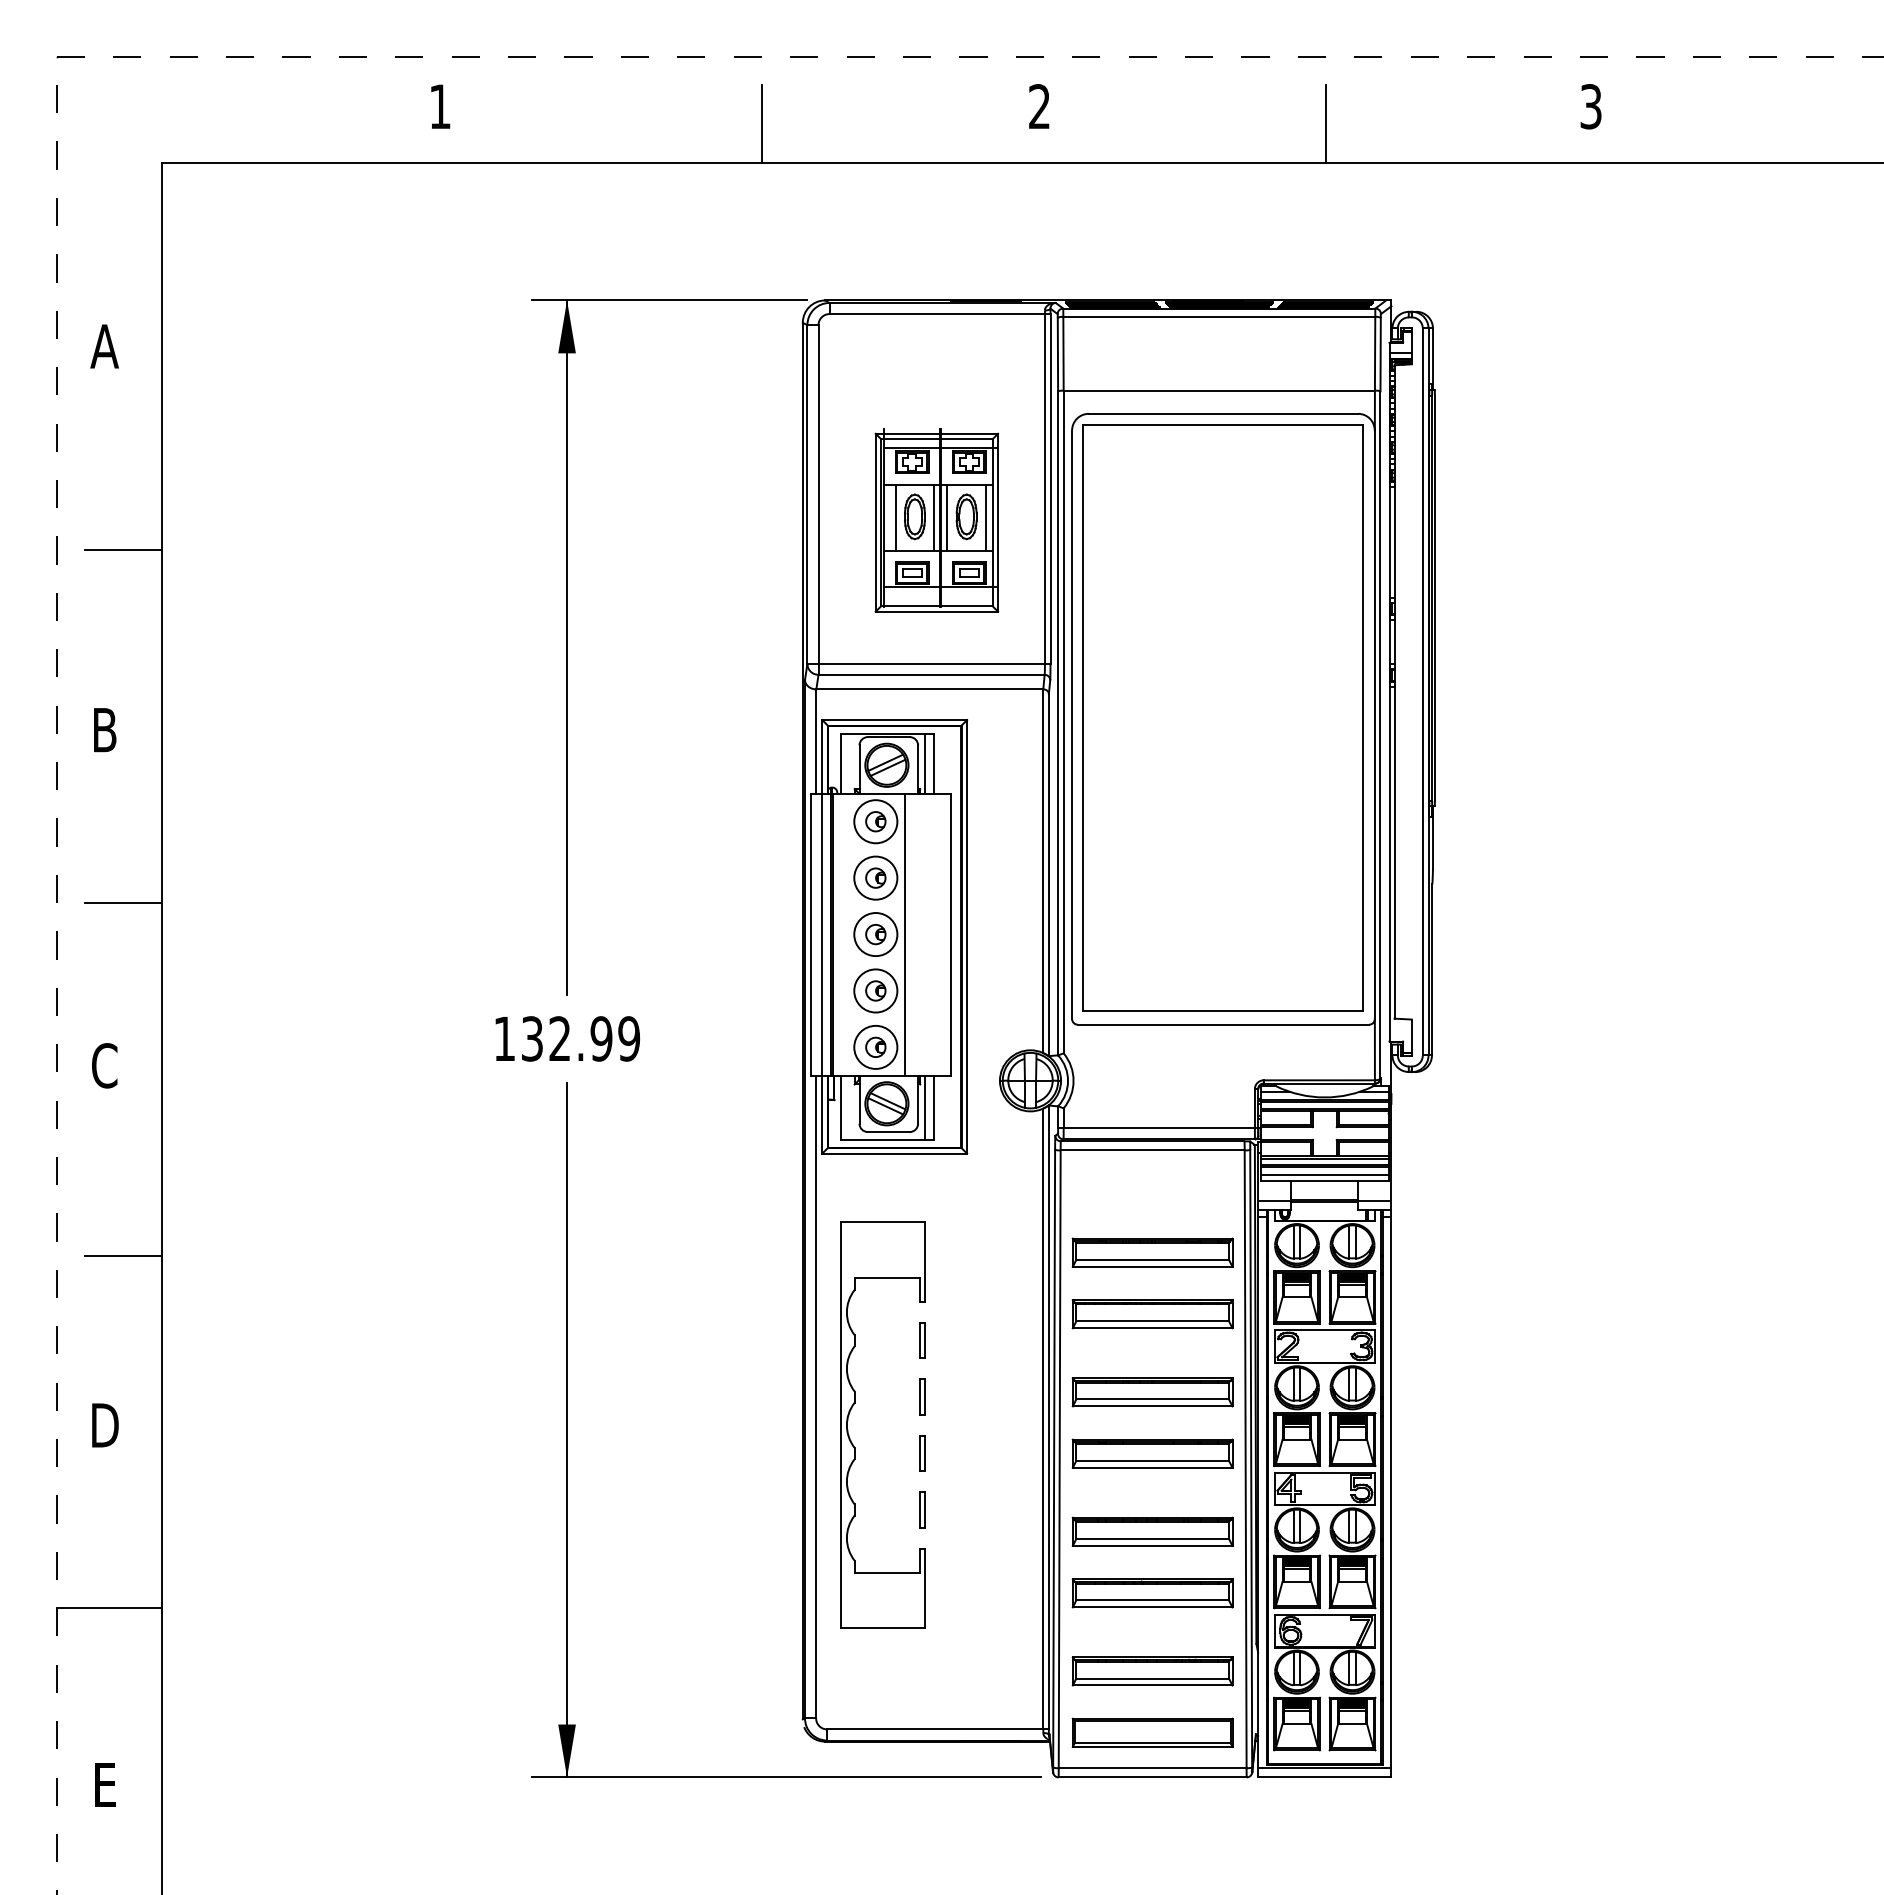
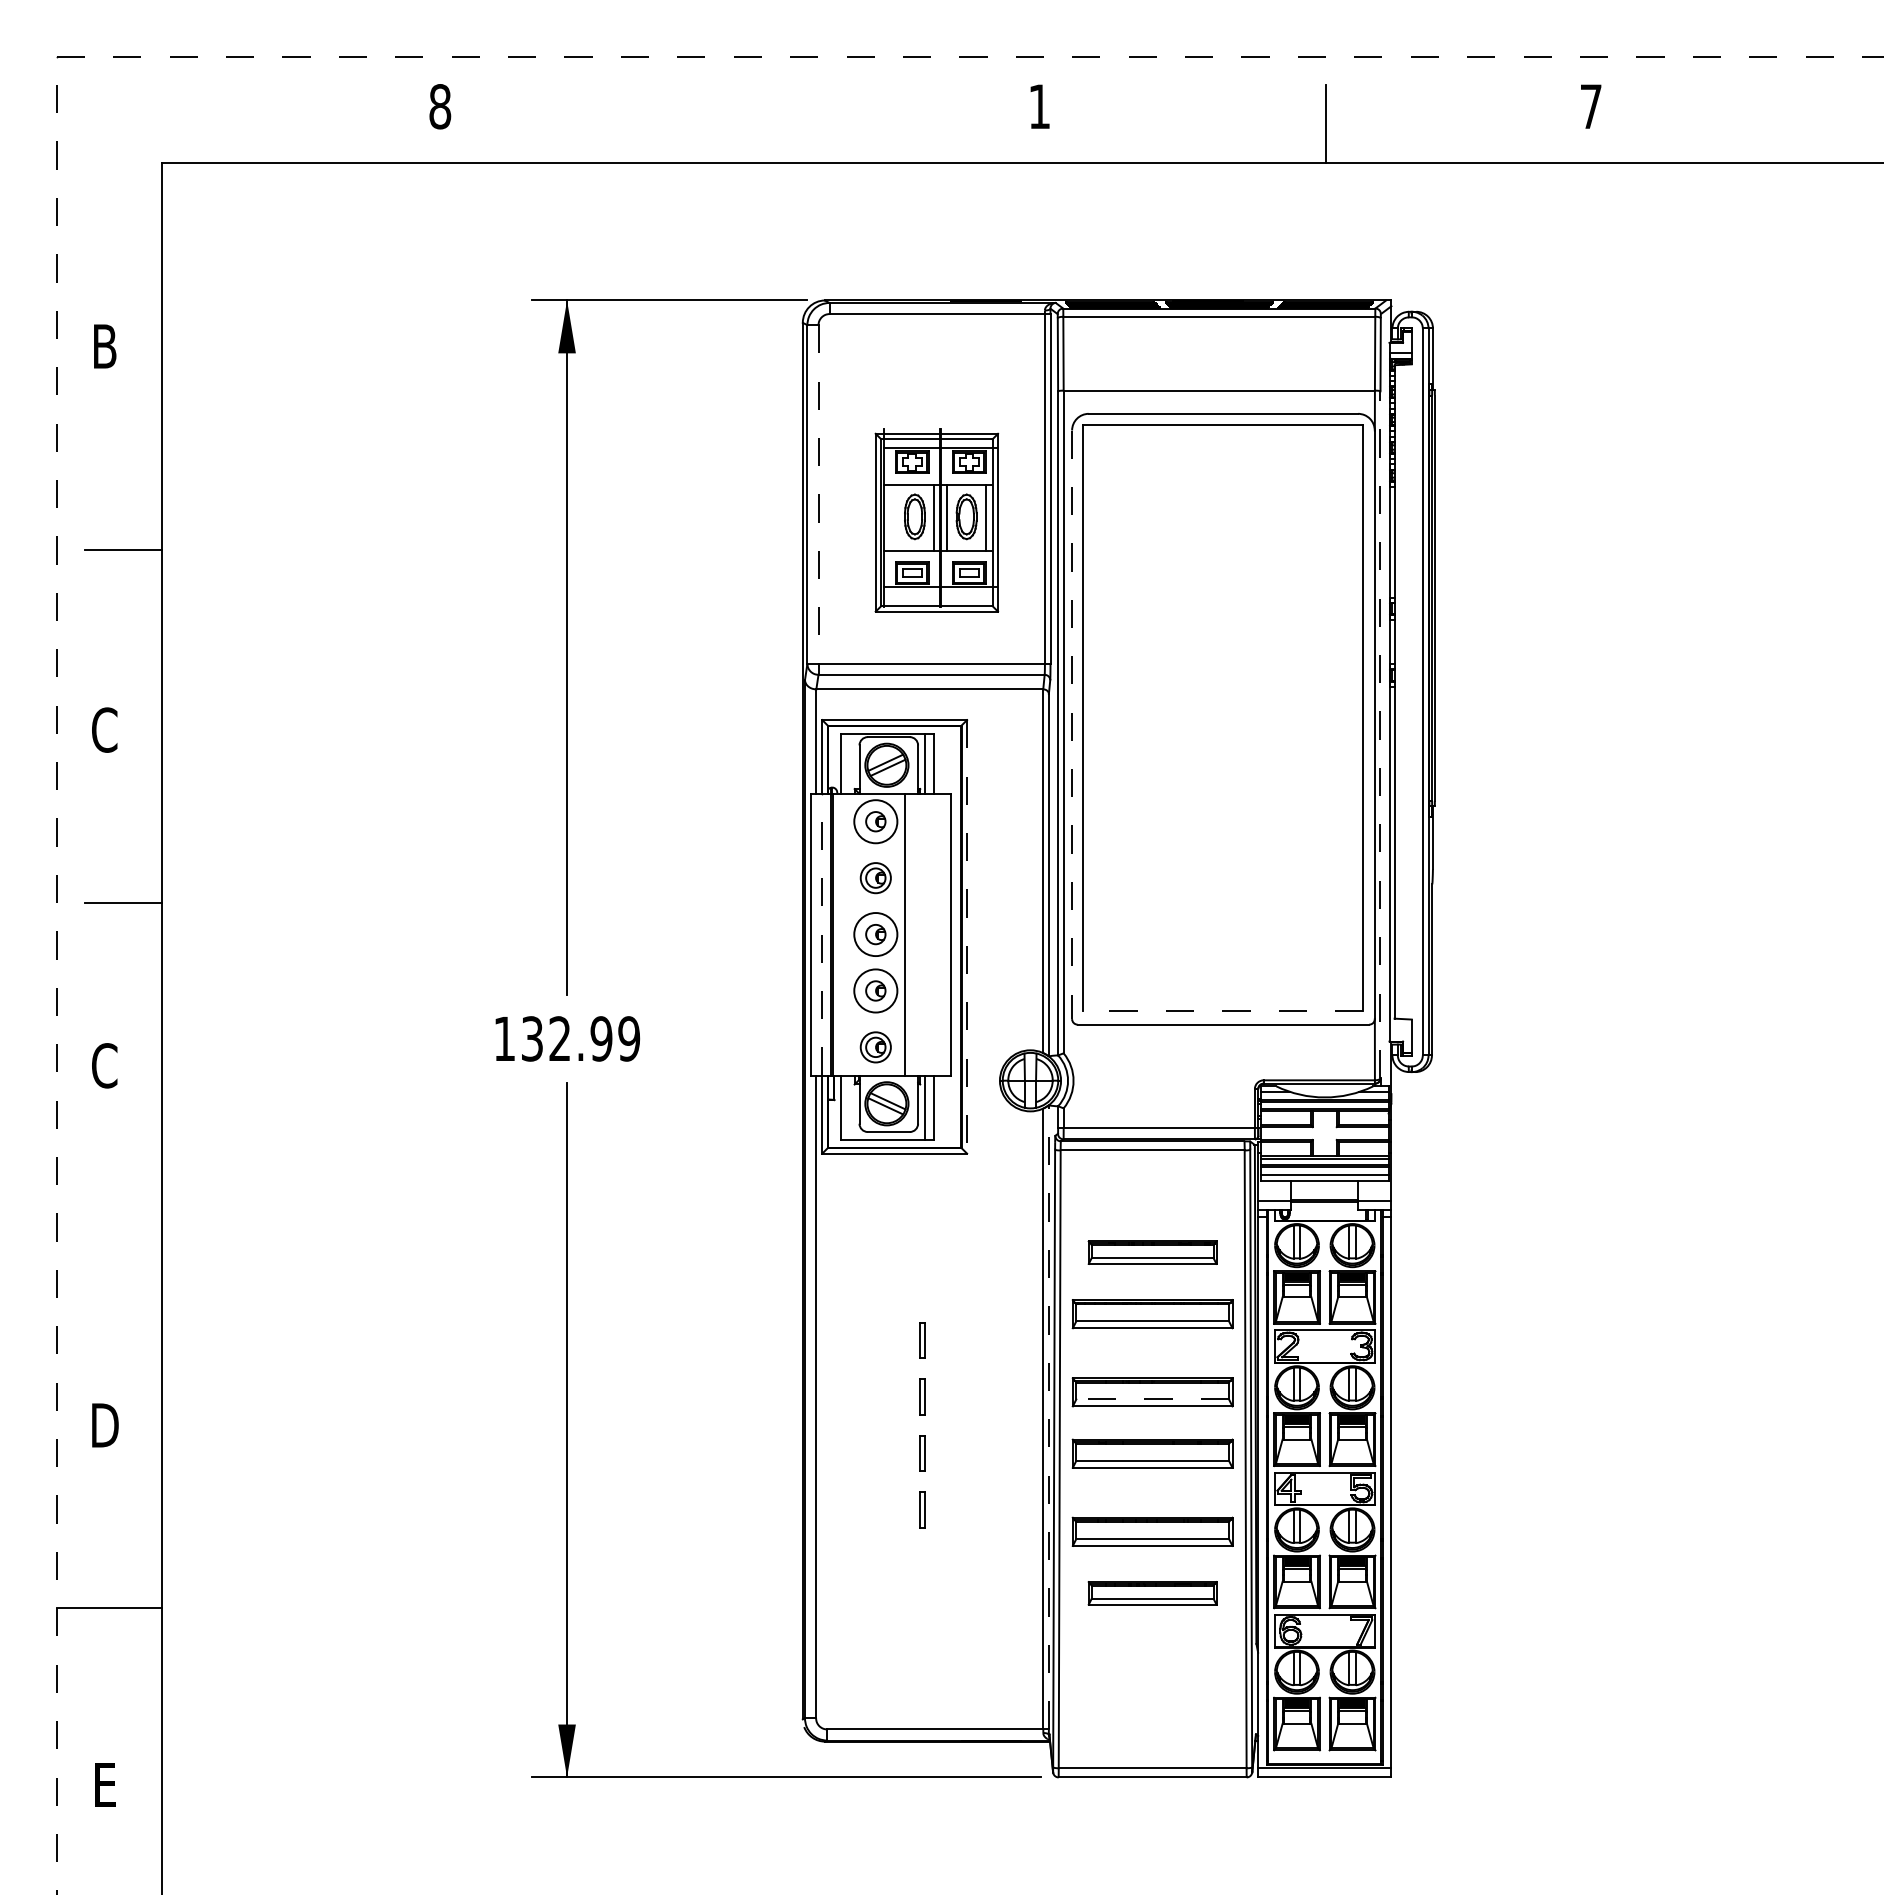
text at (440, 106): 1 -> 8
text at (1039, 106): 2 -> 1
text at (1590, 106): 3 -> 7
line at (761, 123): present -> none
text at (104, 346): A -> B
line at (818, 499): solid -> dashed
line at (895, 517): present -> none
line at (1072, 725): solid -> dashed
text at (104, 729): B -> C
line at (1380, 734): solid -> dashed
circle at (875, 877) diameter: 43 px -> 30 px
line at (822, 934): solid -> dashed
line at (967, 936): solid -> dashed
line at (1222, 1010): solid -> dashed
circle at (875, 1046) diameter: 43 px -> 30 px
part at (1152, 1252) size: 163x31 px -> 131x25 px
line at (123, 1255): present -> none
line at (1152, 1399): solid -> dashed
part at (852, 1408): present -> none
line at (1048, 1416): solid -> dashed
part at (1152, 1593) size: 163x31 px -> 131x25 px
part at (1152, 1671): present -> none
part at (1152, 1732): present -> none
